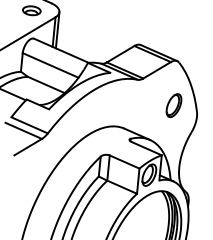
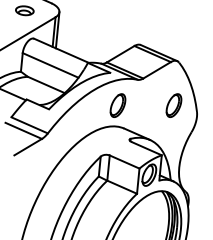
part at (31, 10) position: (31, 10) -> (24, 10)
part at (117, 105): none -> present
